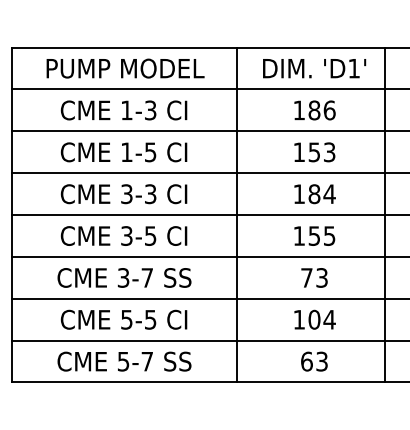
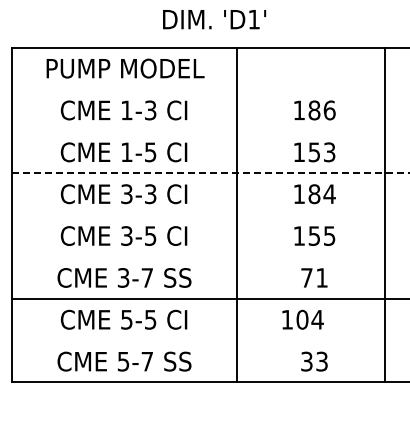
text at (314, 68) position: (314, 68) -> (214, 19)
line at (208, 89): present -> none
line at (208, 131): present -> none
line at (210, 173): solid -> dashed
line at (208, 214): present -> none
line at (208, 256): present -> none
text at (321, 277): 73 -> 71
text at (314, 319) position: (314, 319) -> (302, 319)
line at (208, 340): present -> none
text at (306, 361): 63 -> 33
